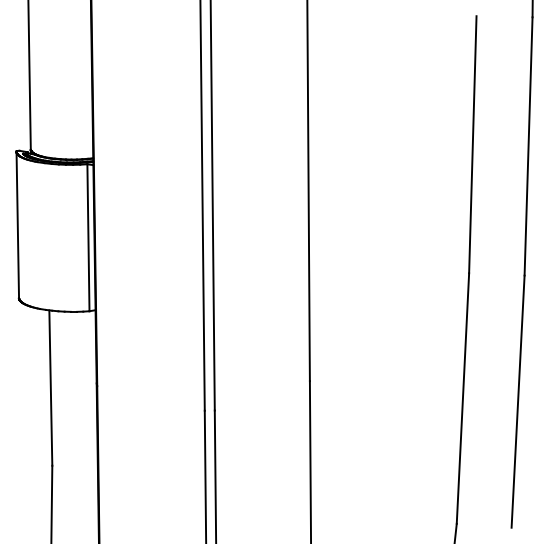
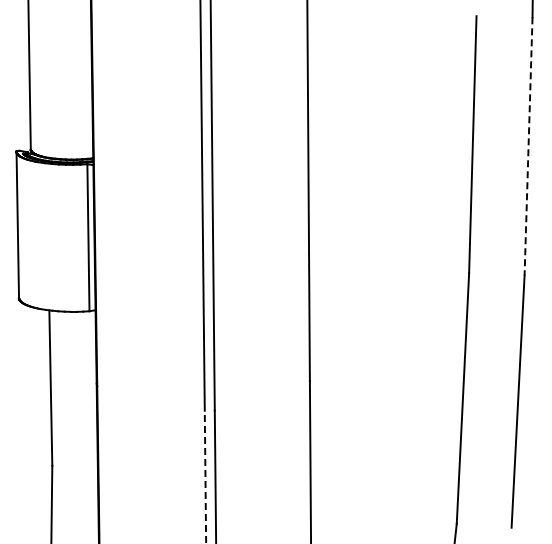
line at (528, 146): solid -> dashed
line at (205, 476): solid -> dashed
